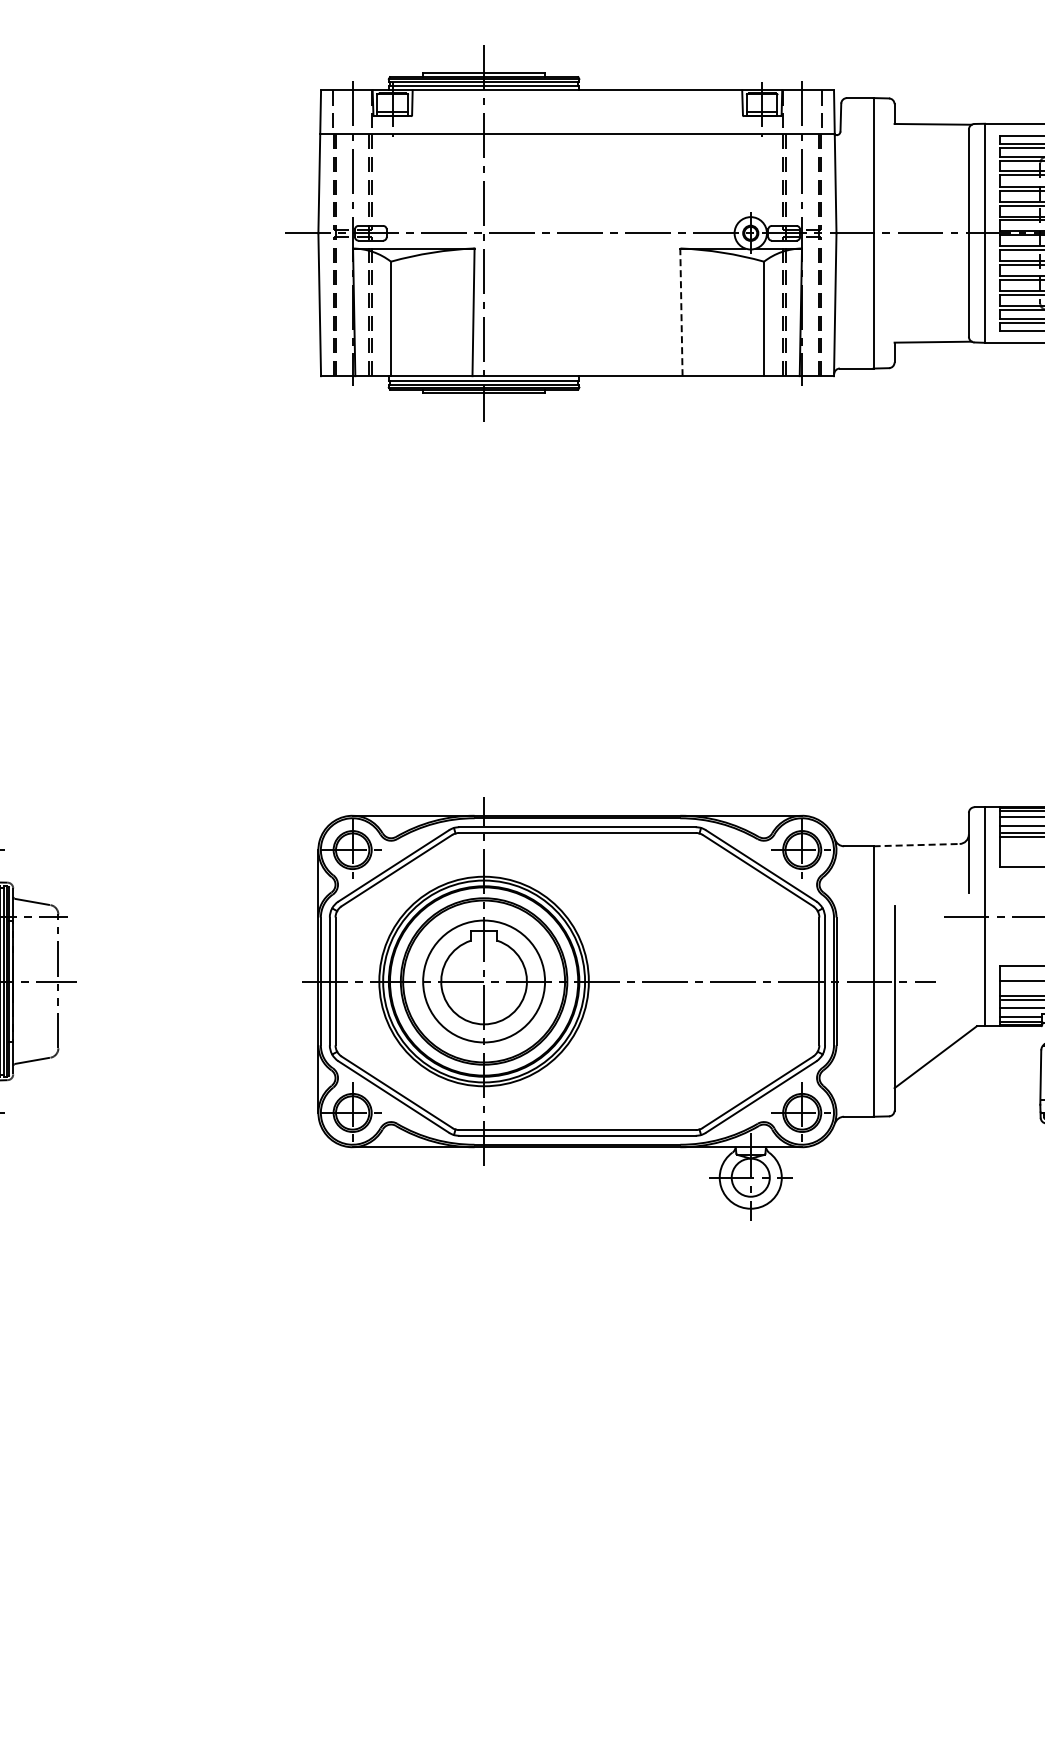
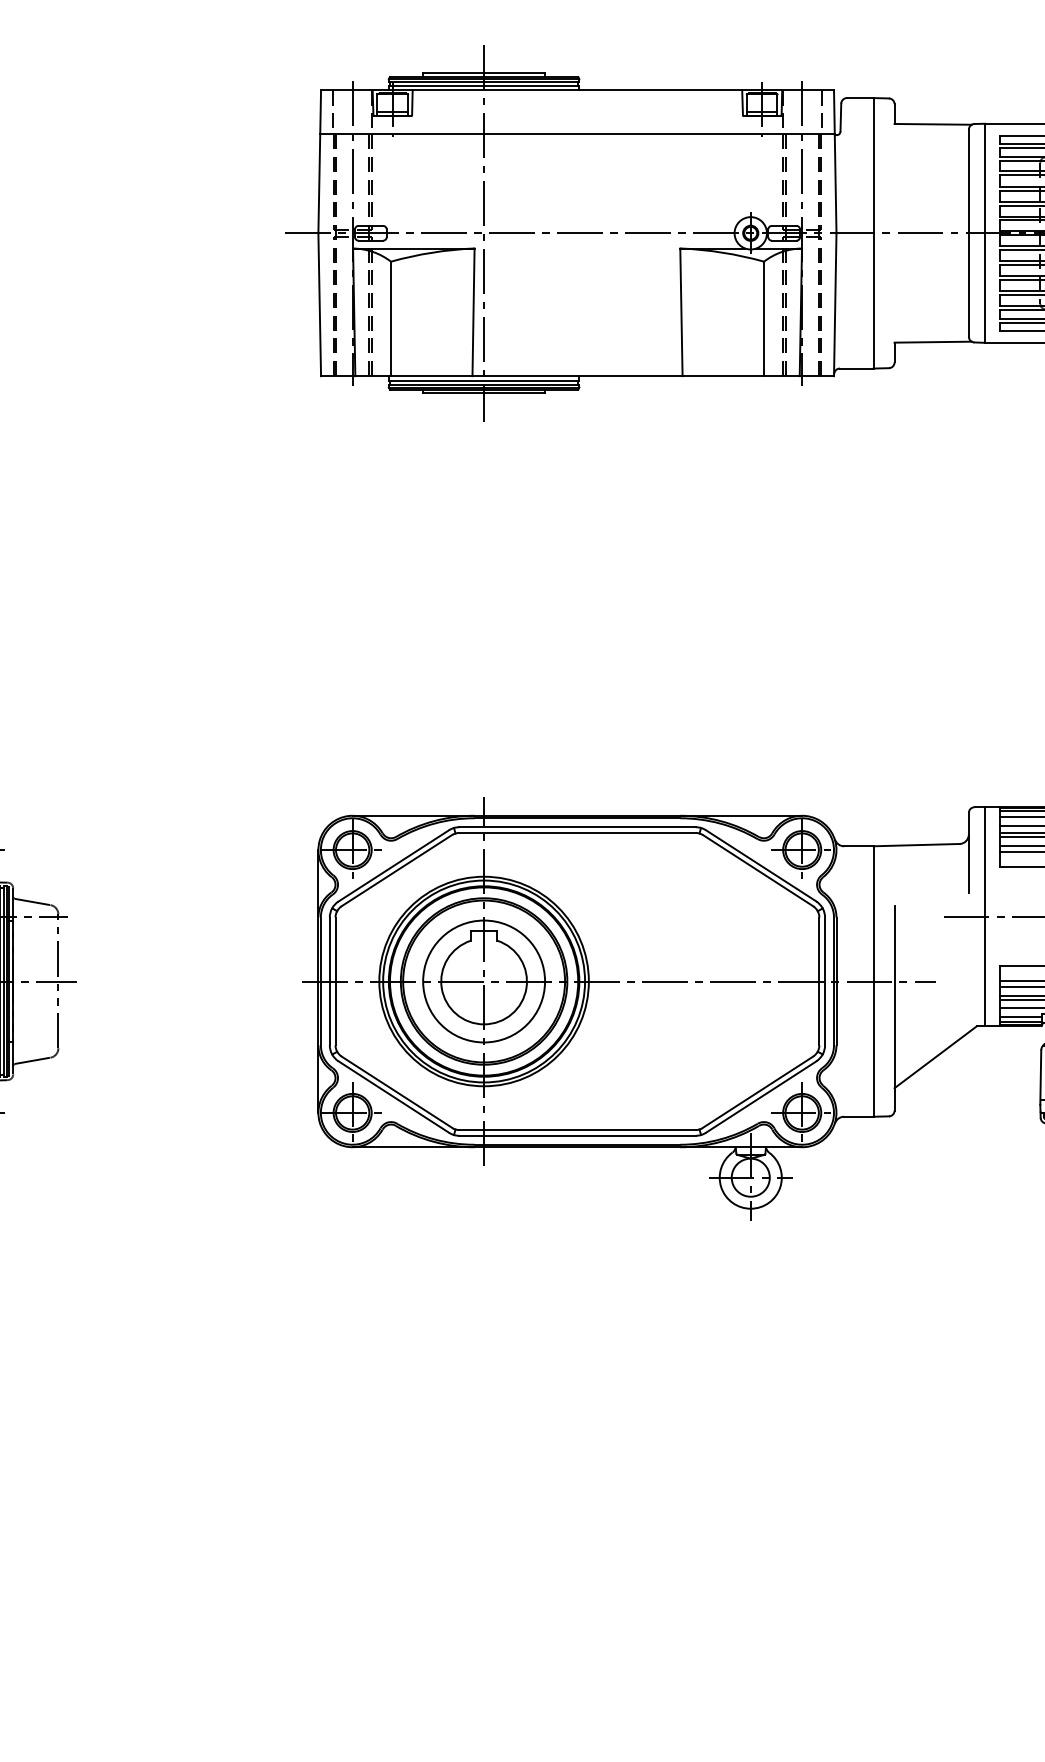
line at (681, 312): dashed -> solid
line at (917, 845): dashed -> solid
line at (1021, 846): none -> present
line at (1020, 852): none -> present
line at (1021, 987): none -> present
